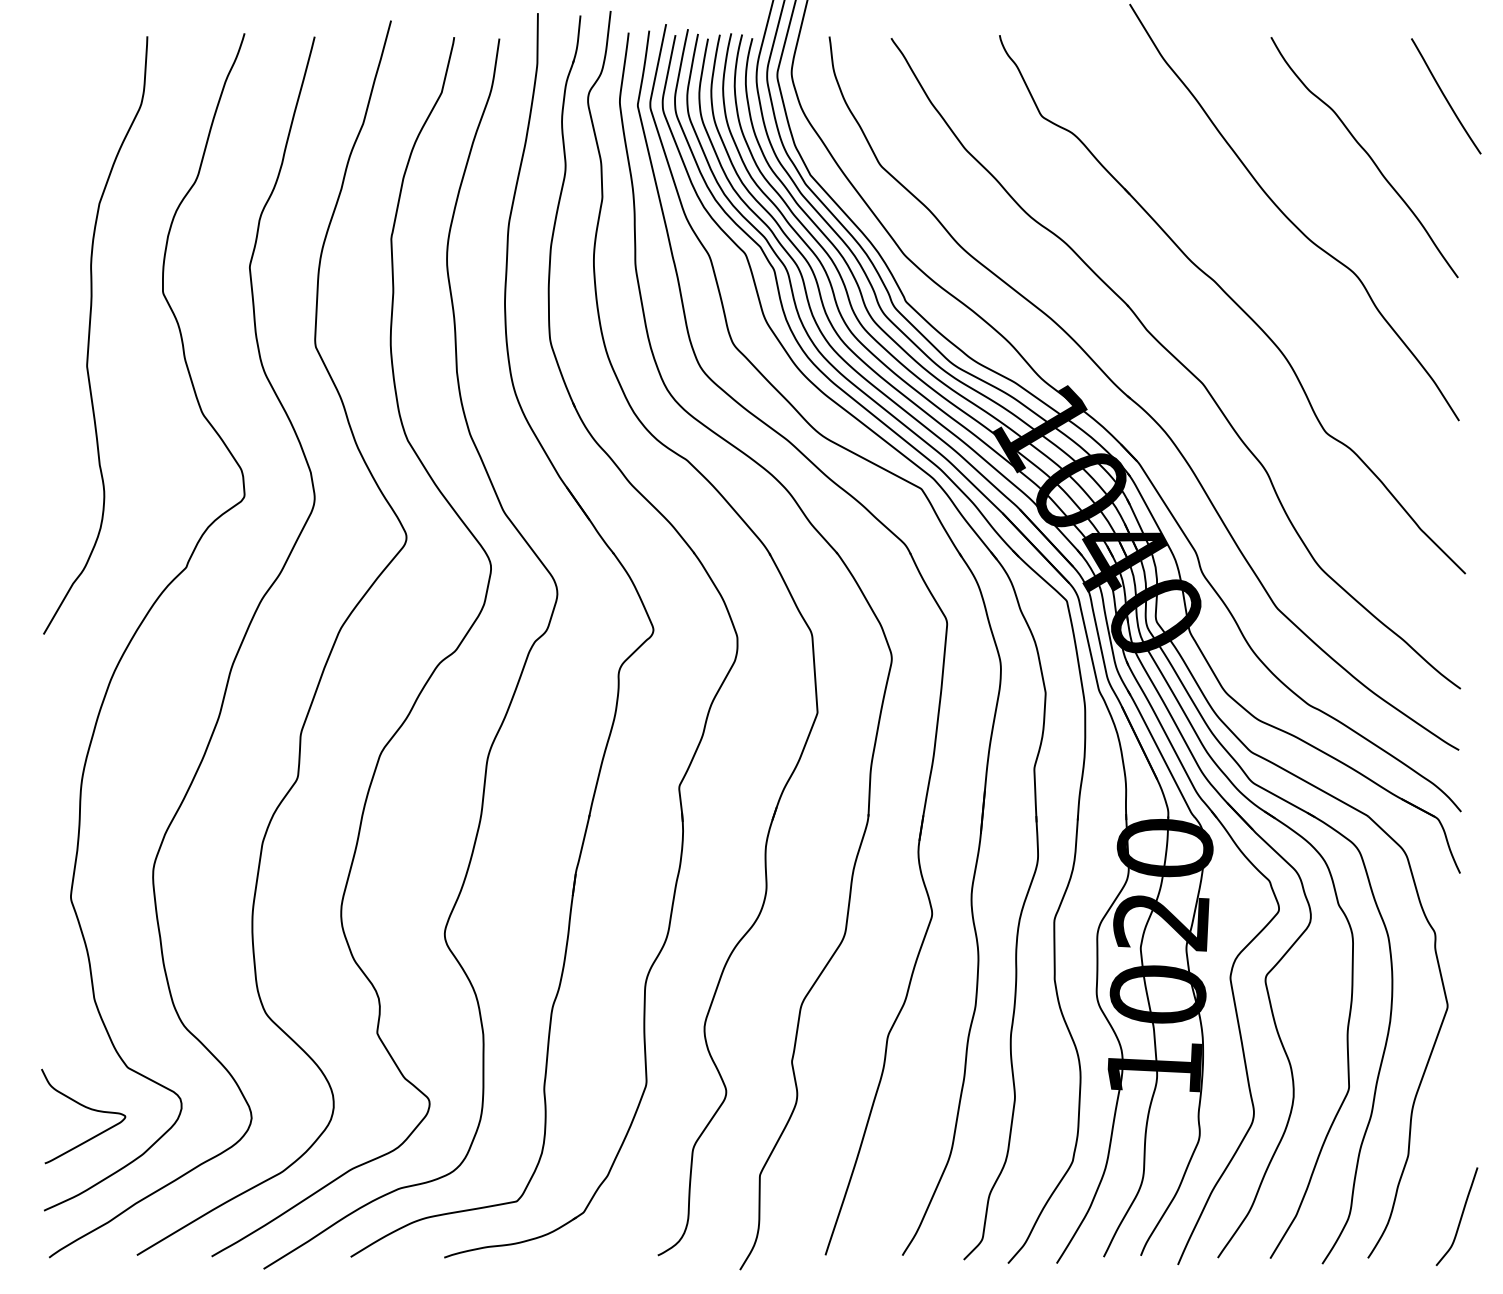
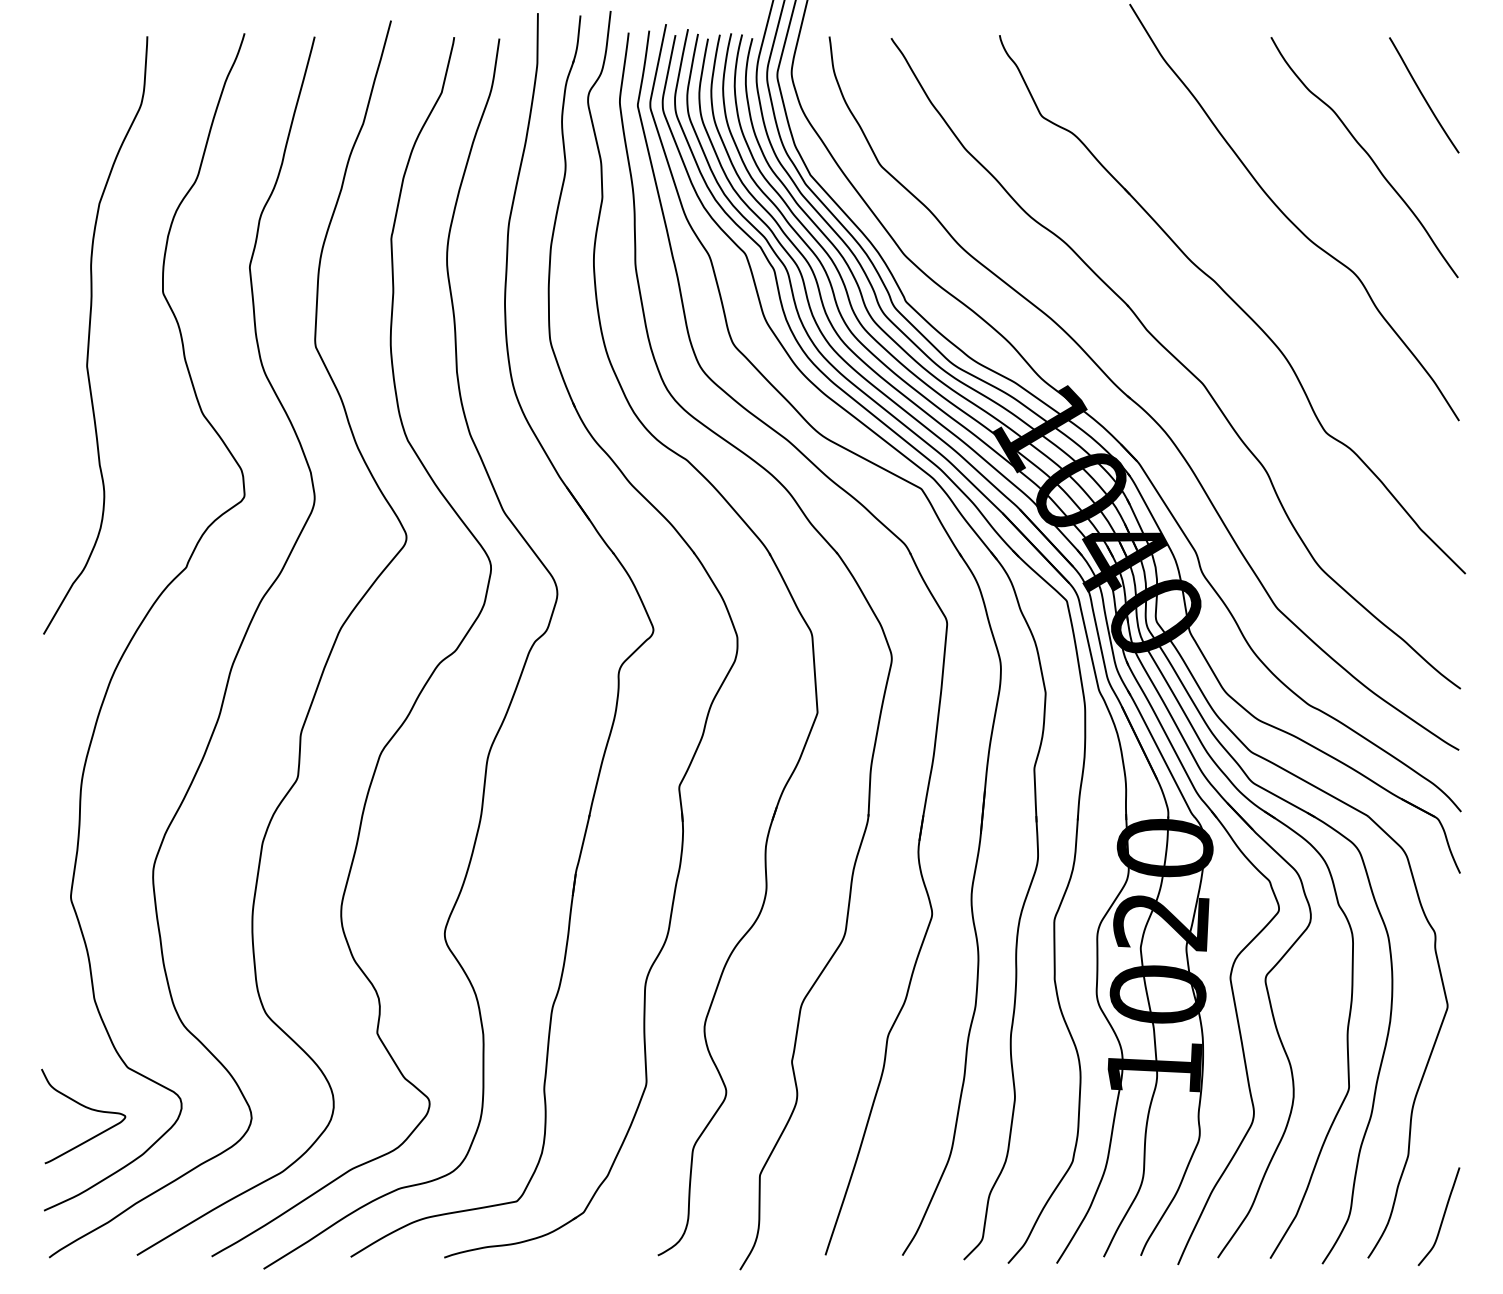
curve at (1445, 96) position: (1445, 96) -> (1423, 95)
curve at (1460, 1216) position: (1460, 1216) -> (1442, 1216)
